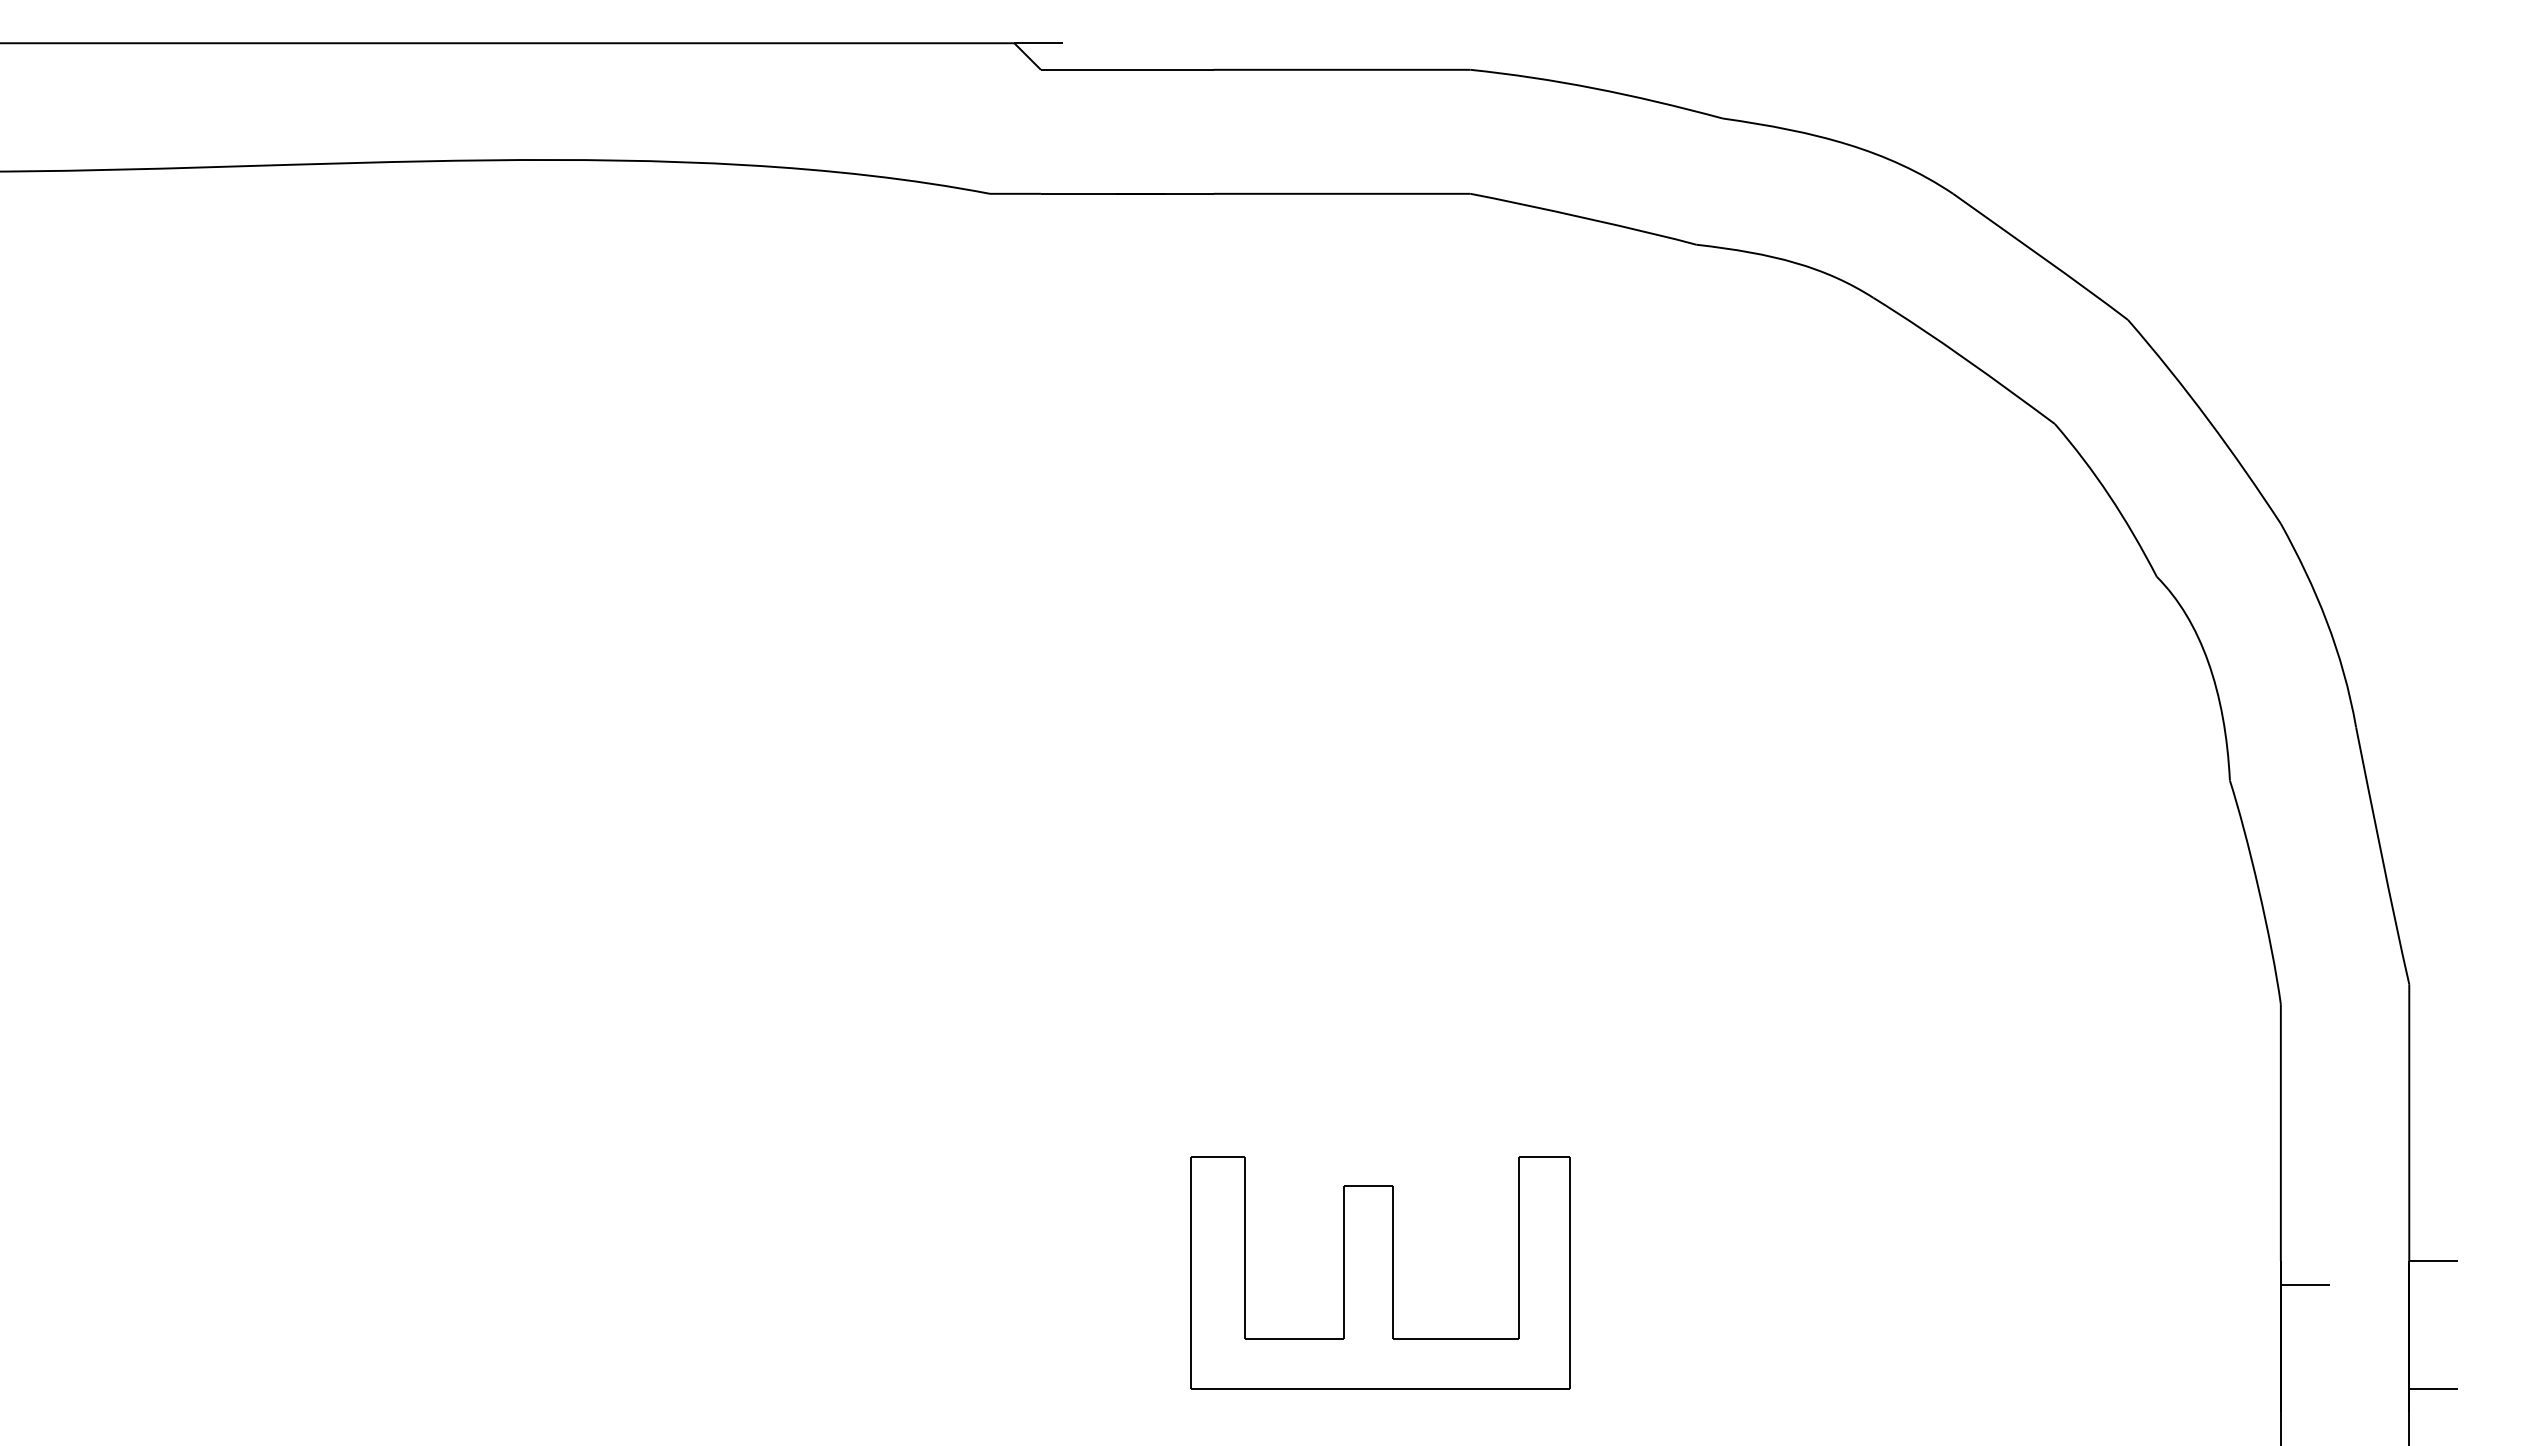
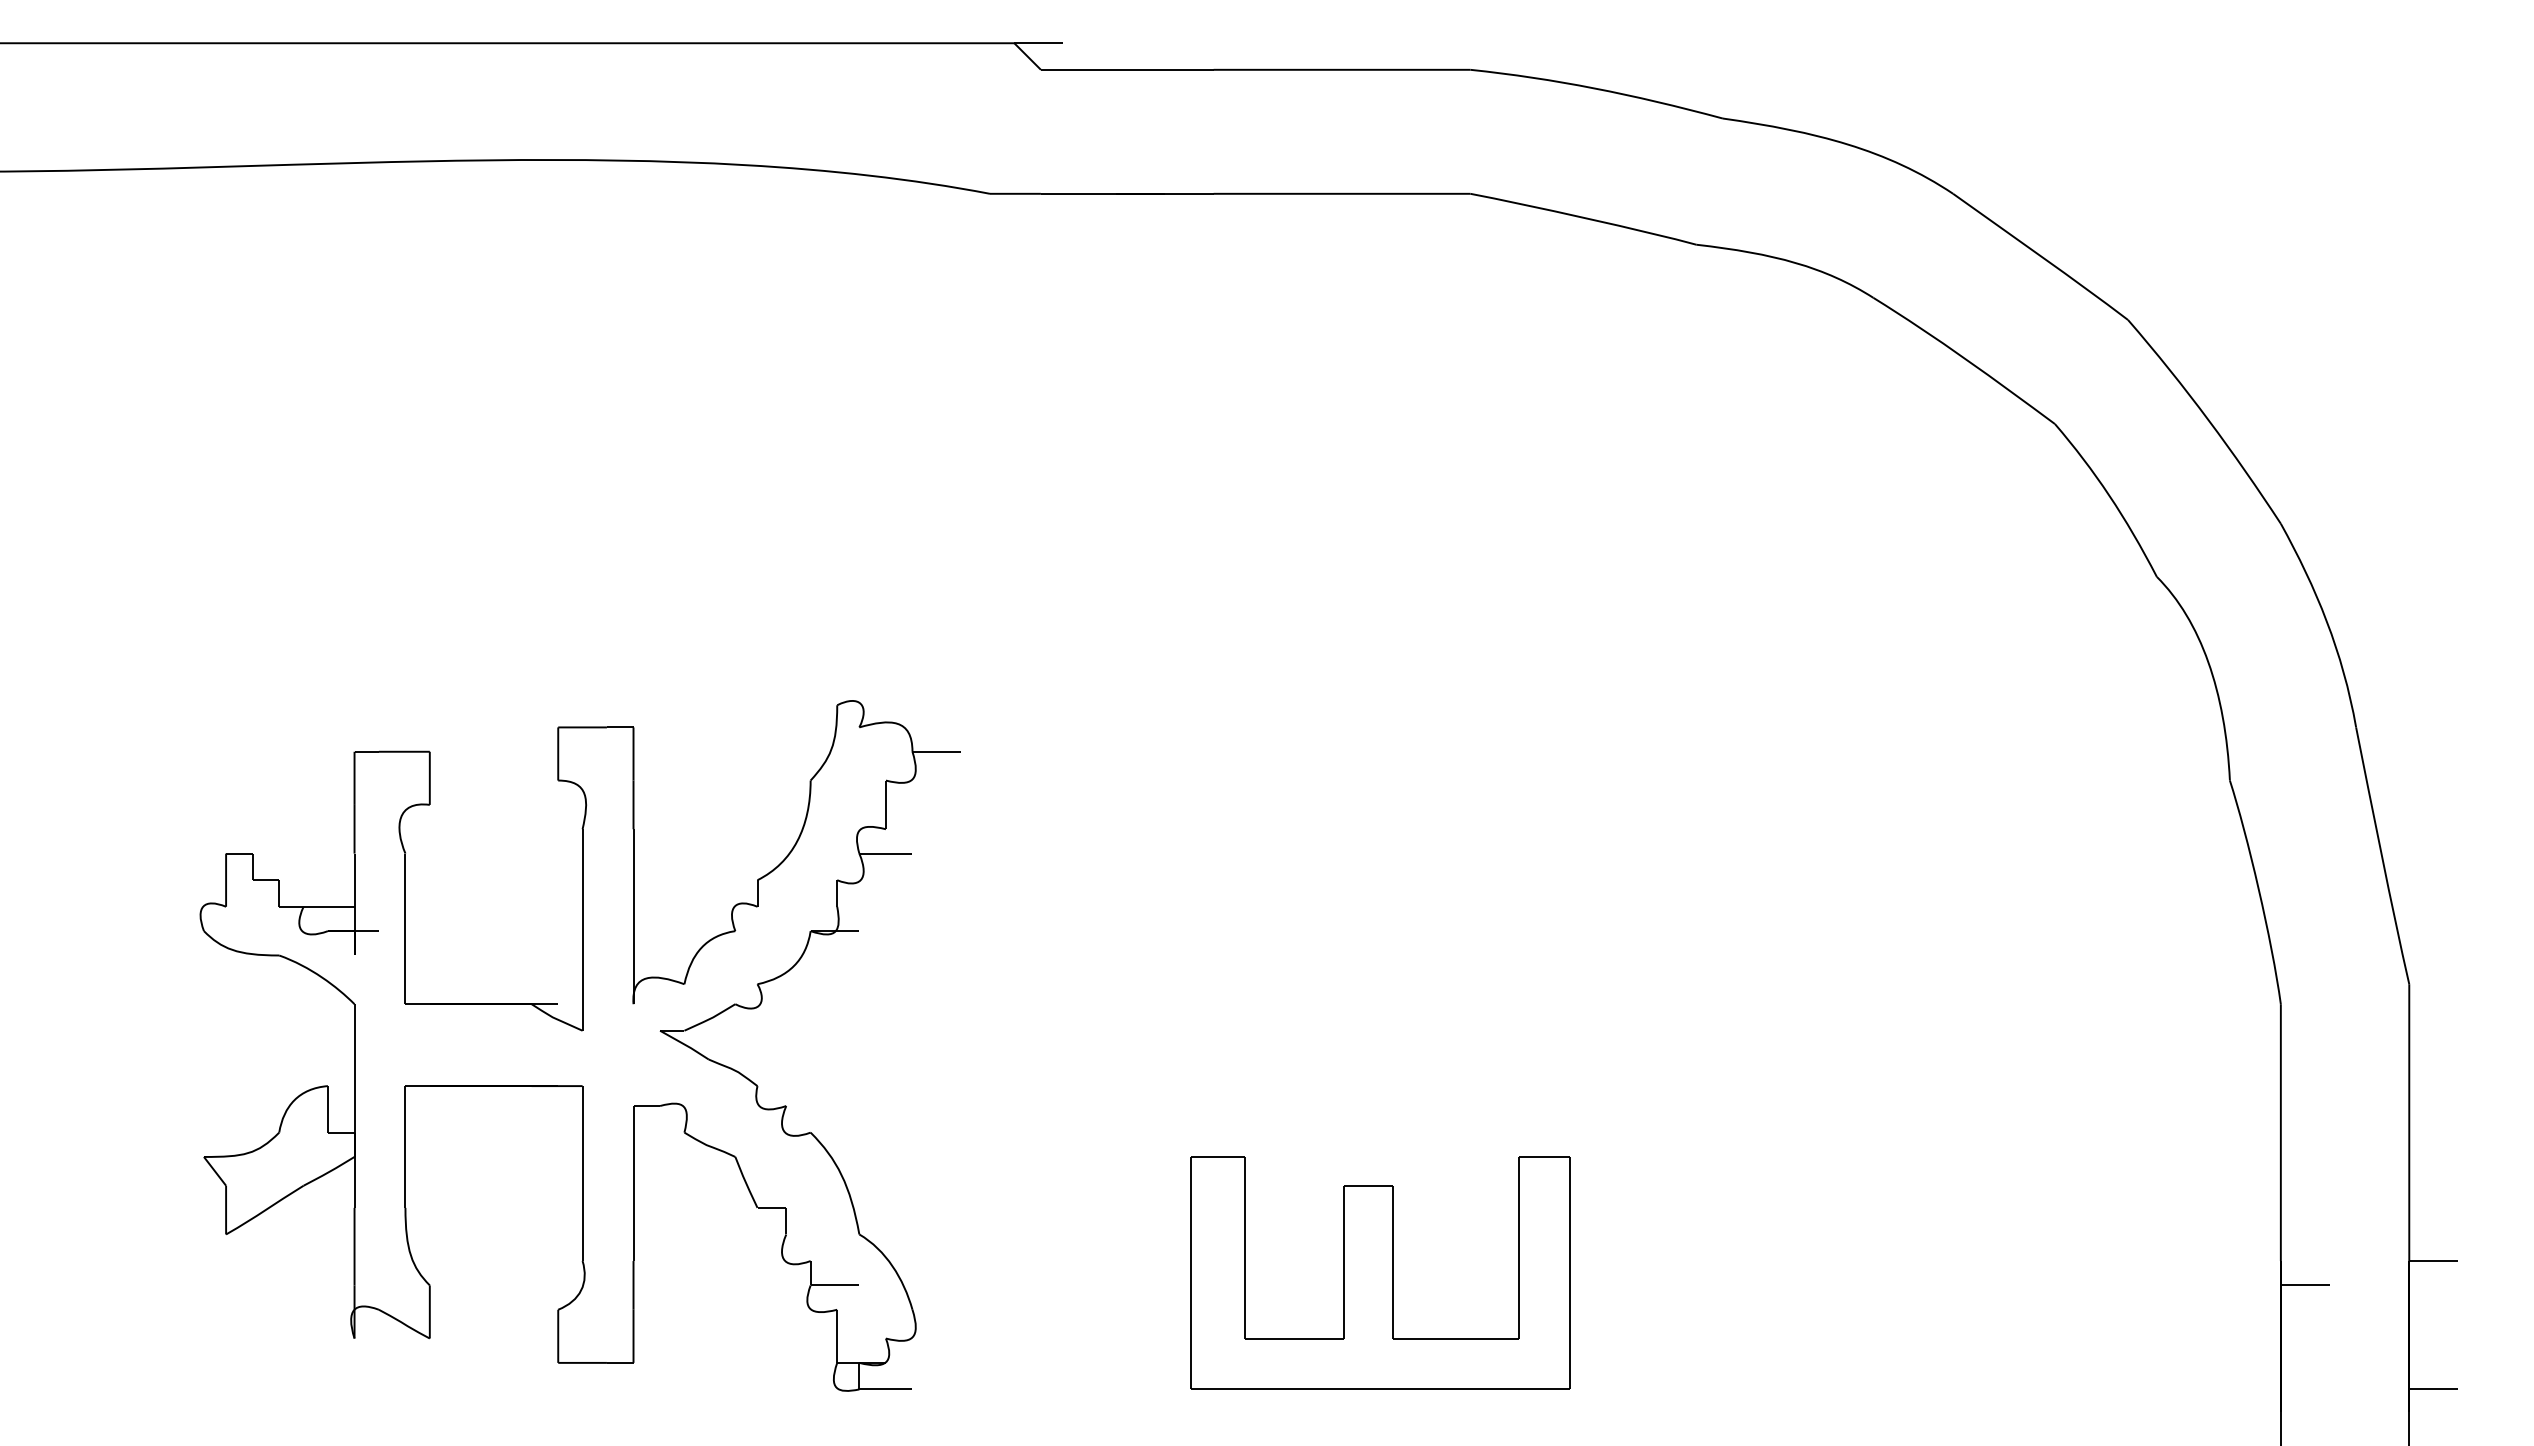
part at (579, 1045): none -> present
